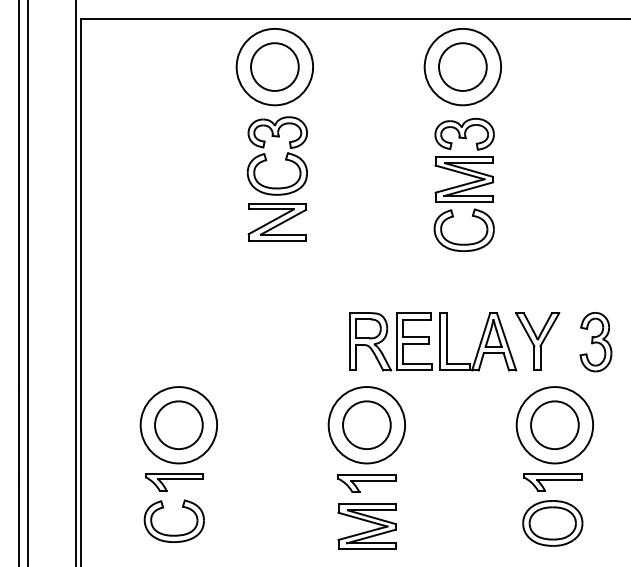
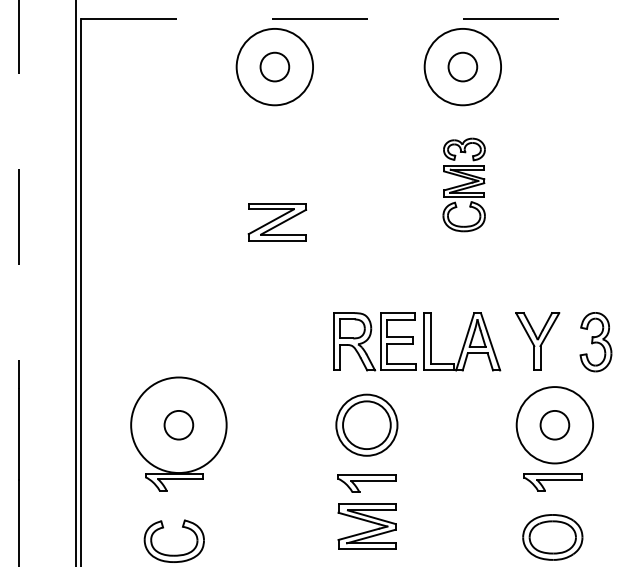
line at (355, 19): solid -> dashed
circle at (274, 66) diameter: 48 px -> 29 px
circle at (462, 66) diameter: 48 px -> 29 px
part at (285, 157): present -> none
part at (463, 184) size: 62x134 px -> 44x96 px
line at (18, 195): solid -> dashed
line at (28, 282): present -> none
part at (433, 341) position: (433, 341) -> (417, 341)
circle at (178, 425) diameter: 48 px -> 29 px
circle at (178, 425) diameter: 76 px -> 96 px
circle at (366, 425) diameter: 76 px -> 61 px
circle at (554, 425) diameter: 48 px -> 29 px
part at (552, 523) position: (552, 523) -> (552, 537)
part at (173, 534) position: (173, 534) -> (173, 554)
